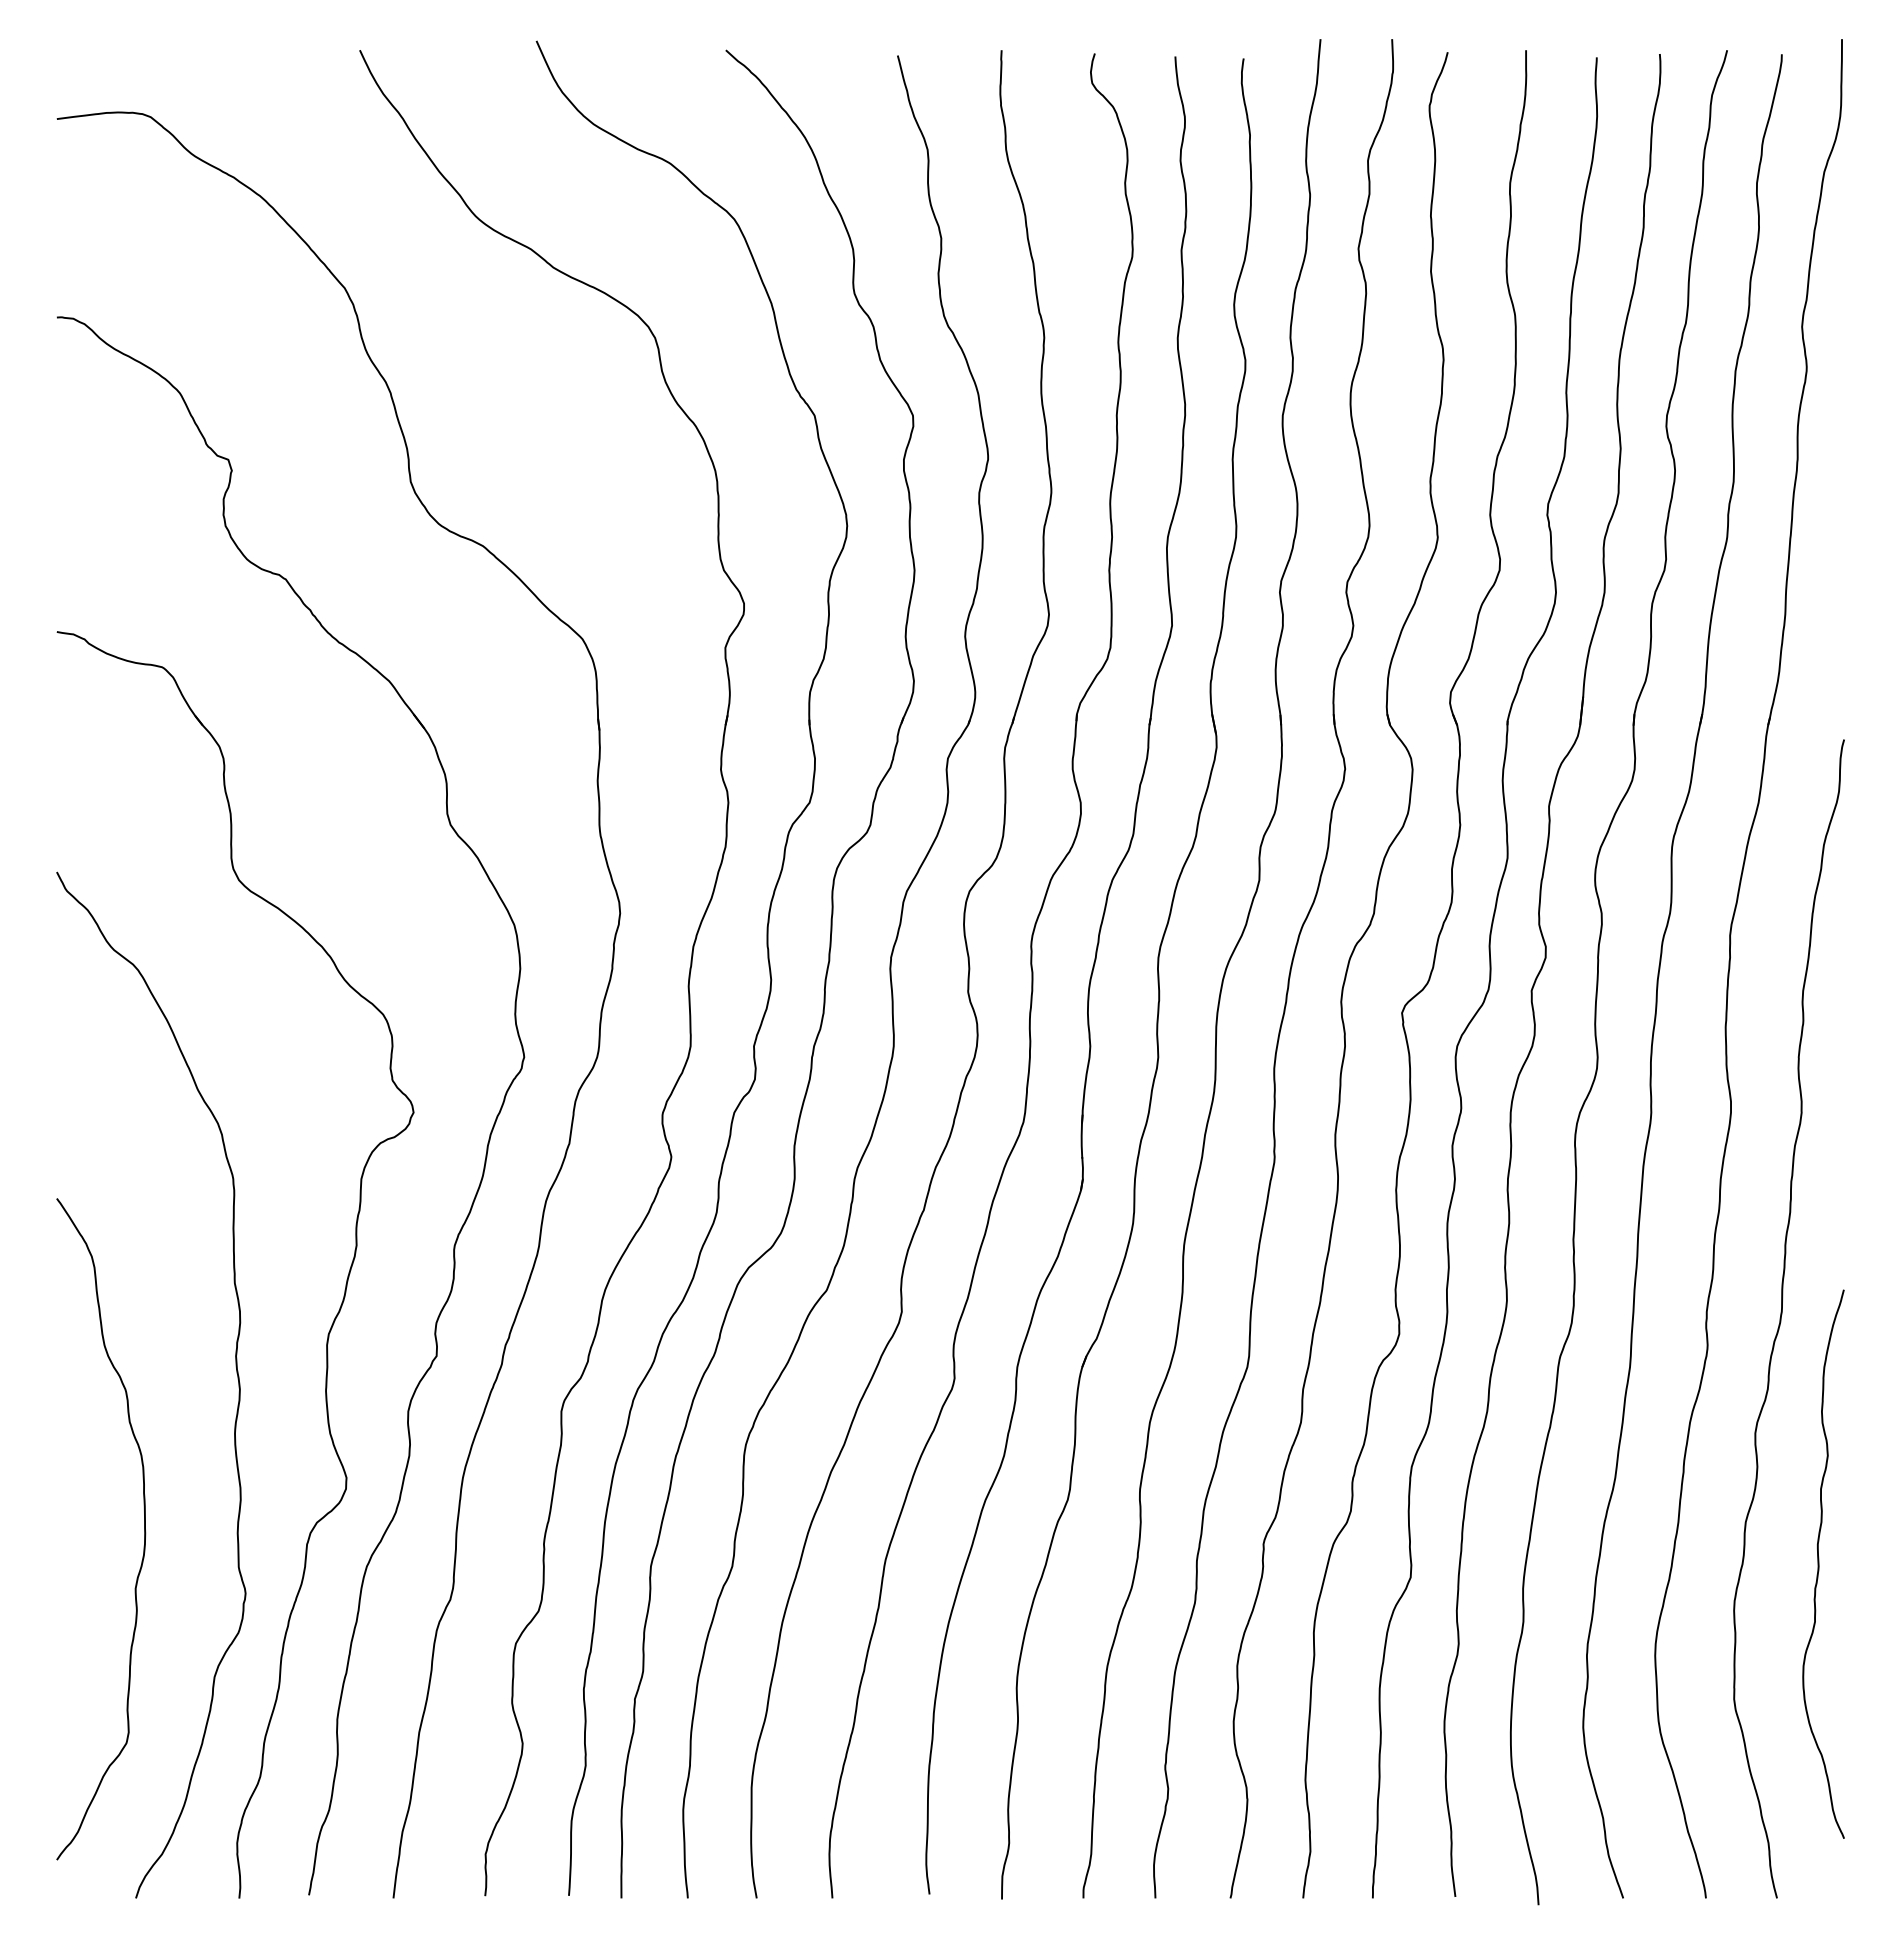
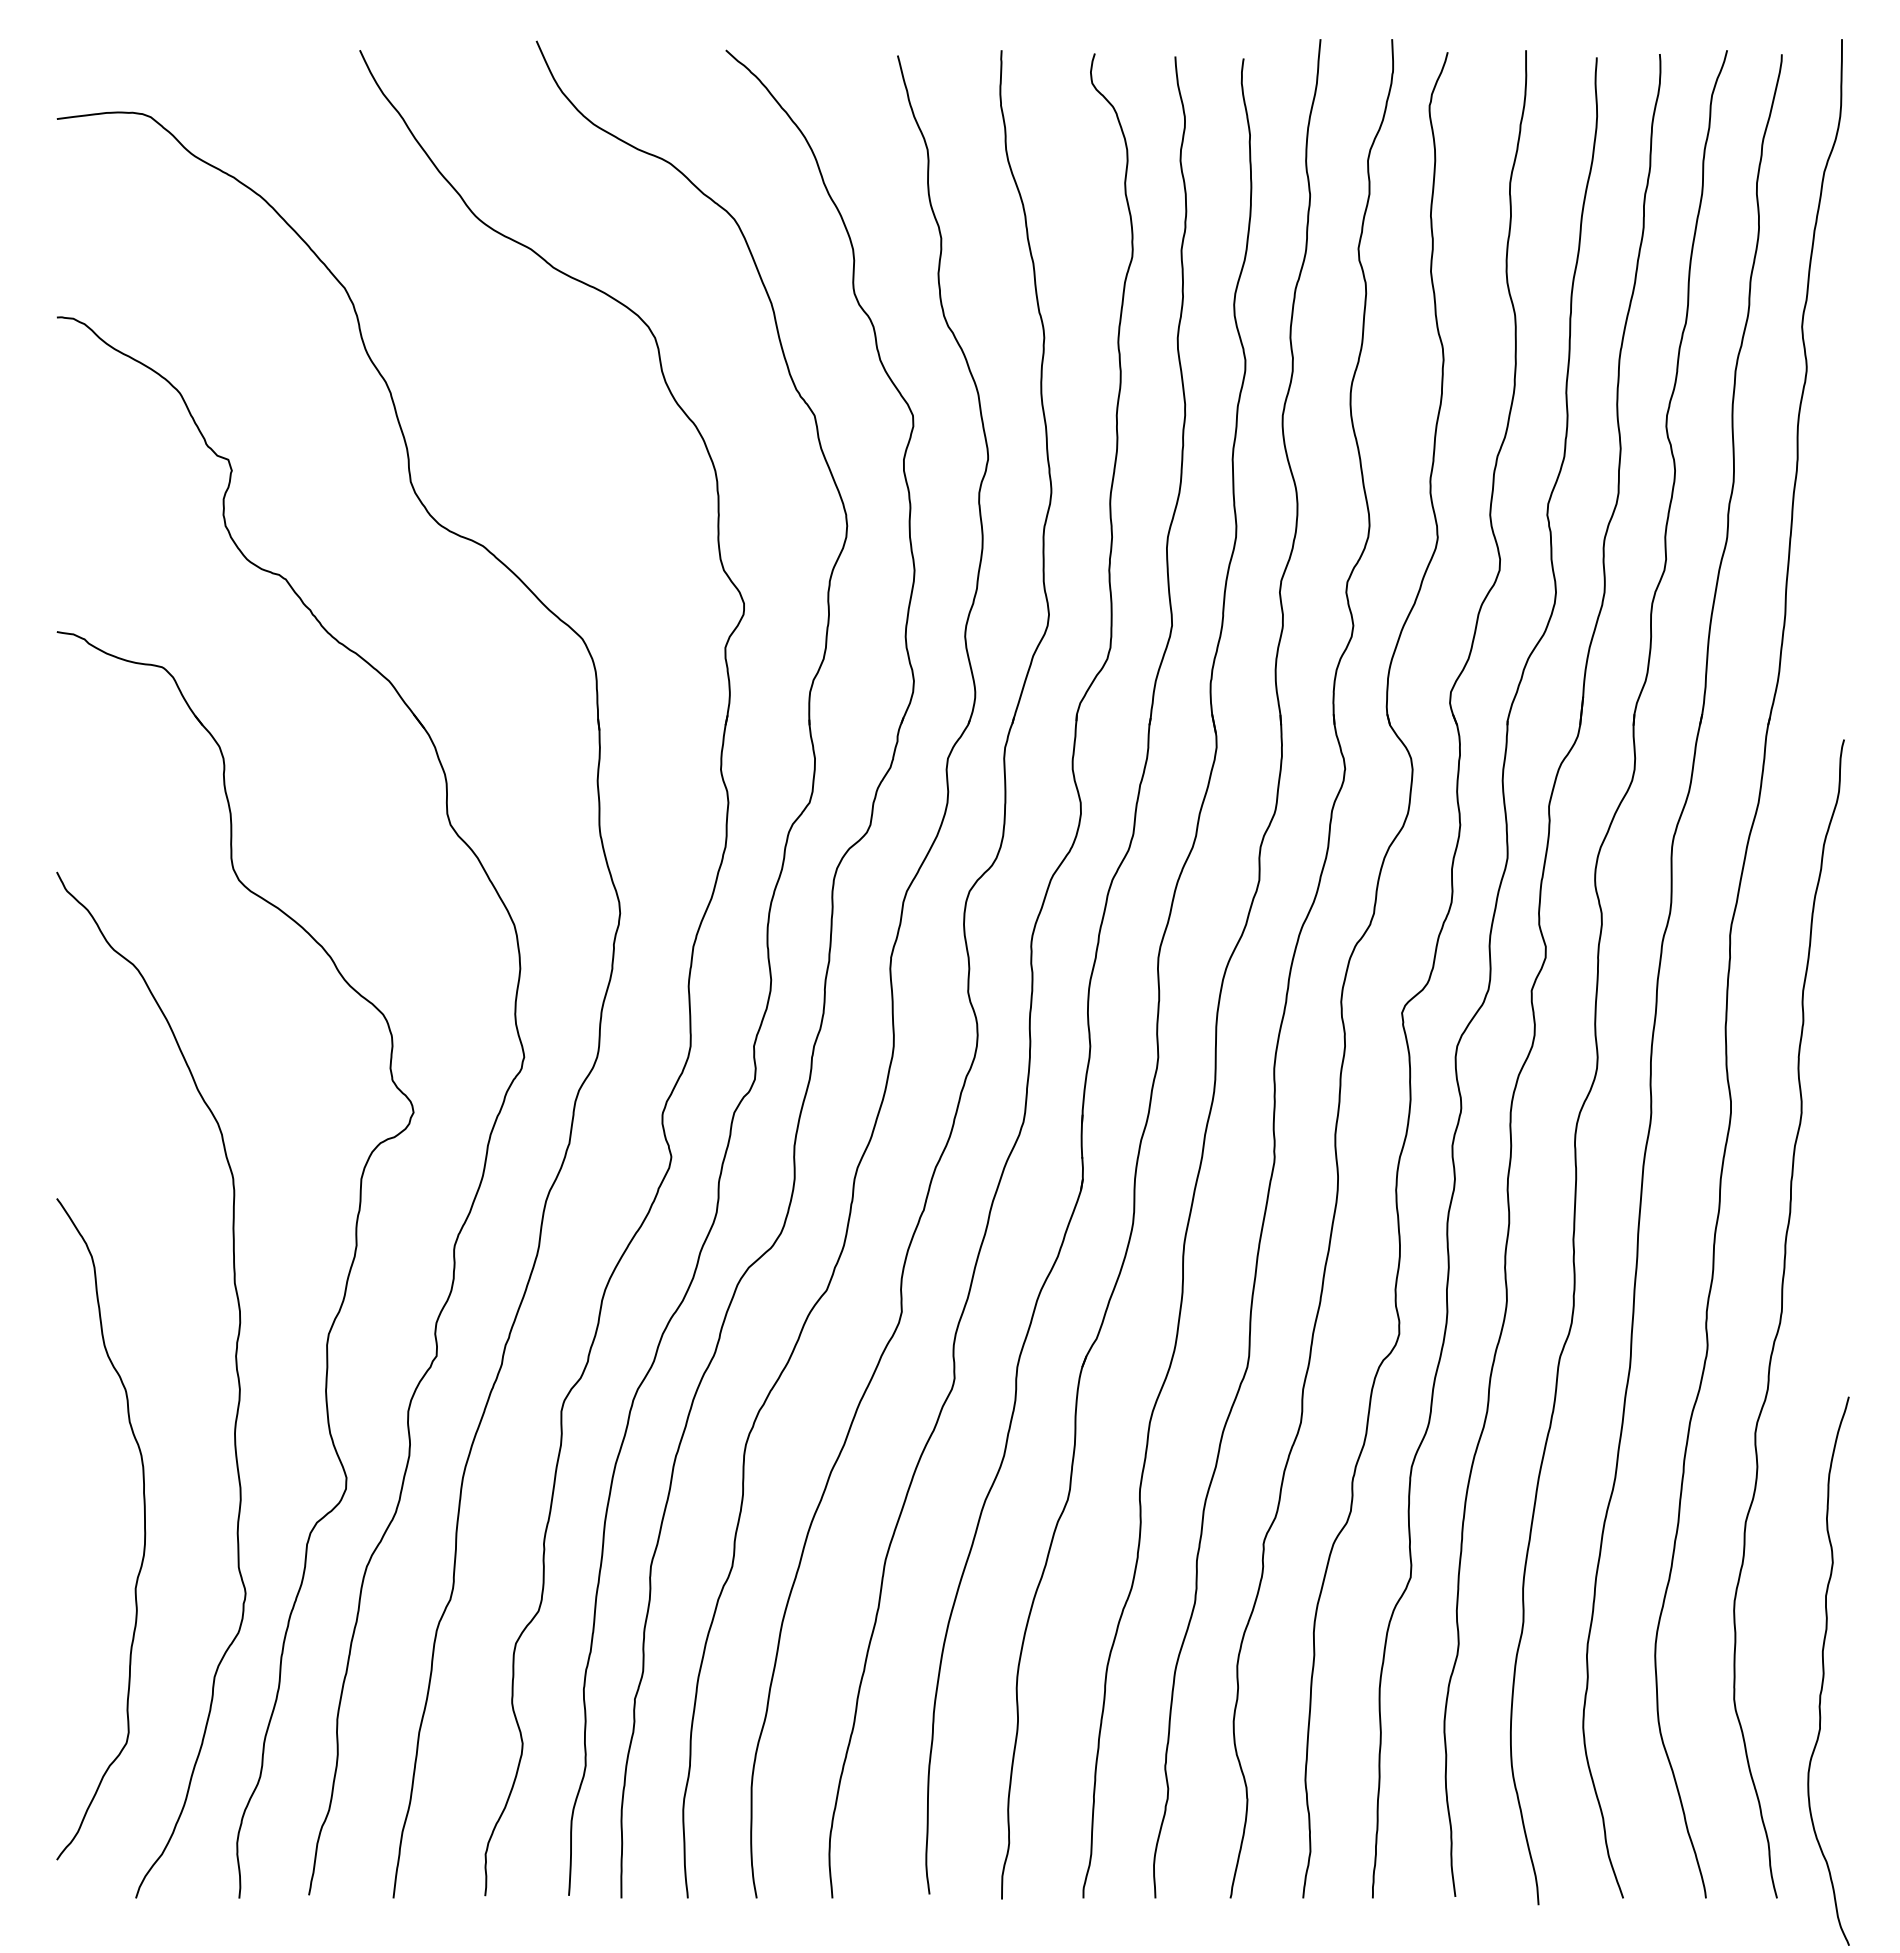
curve at (1819, 1563) position: (1819, 1563) -> (1824, 1670)
